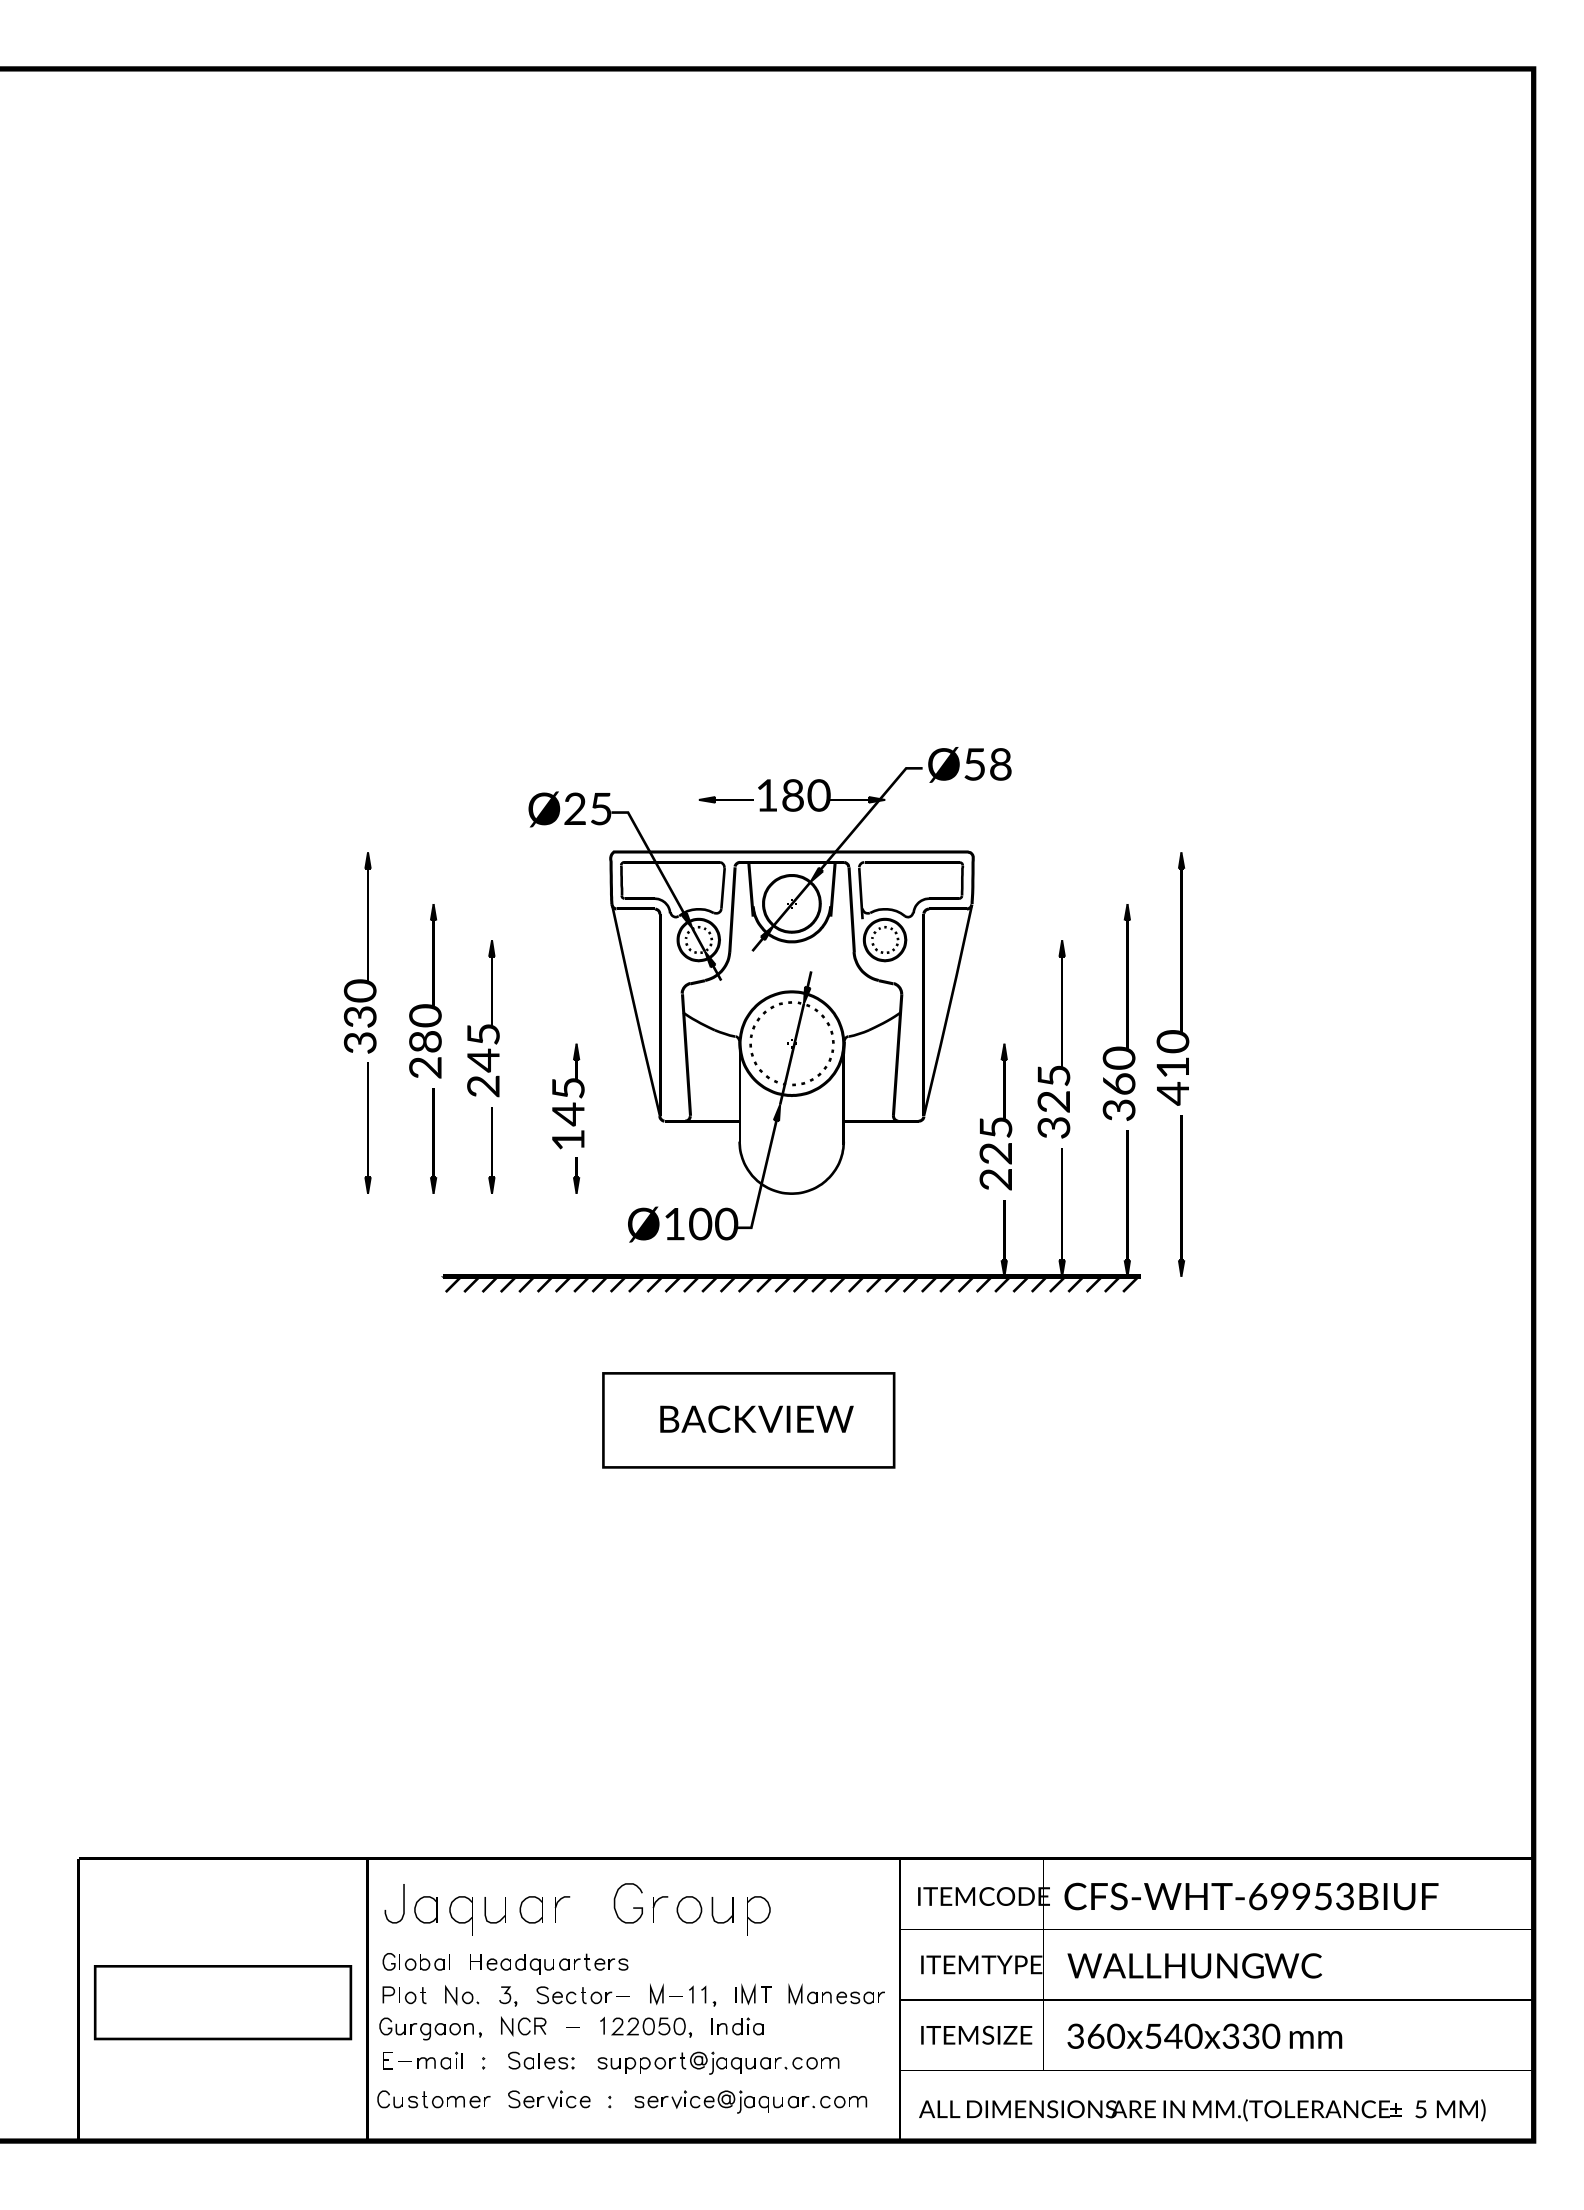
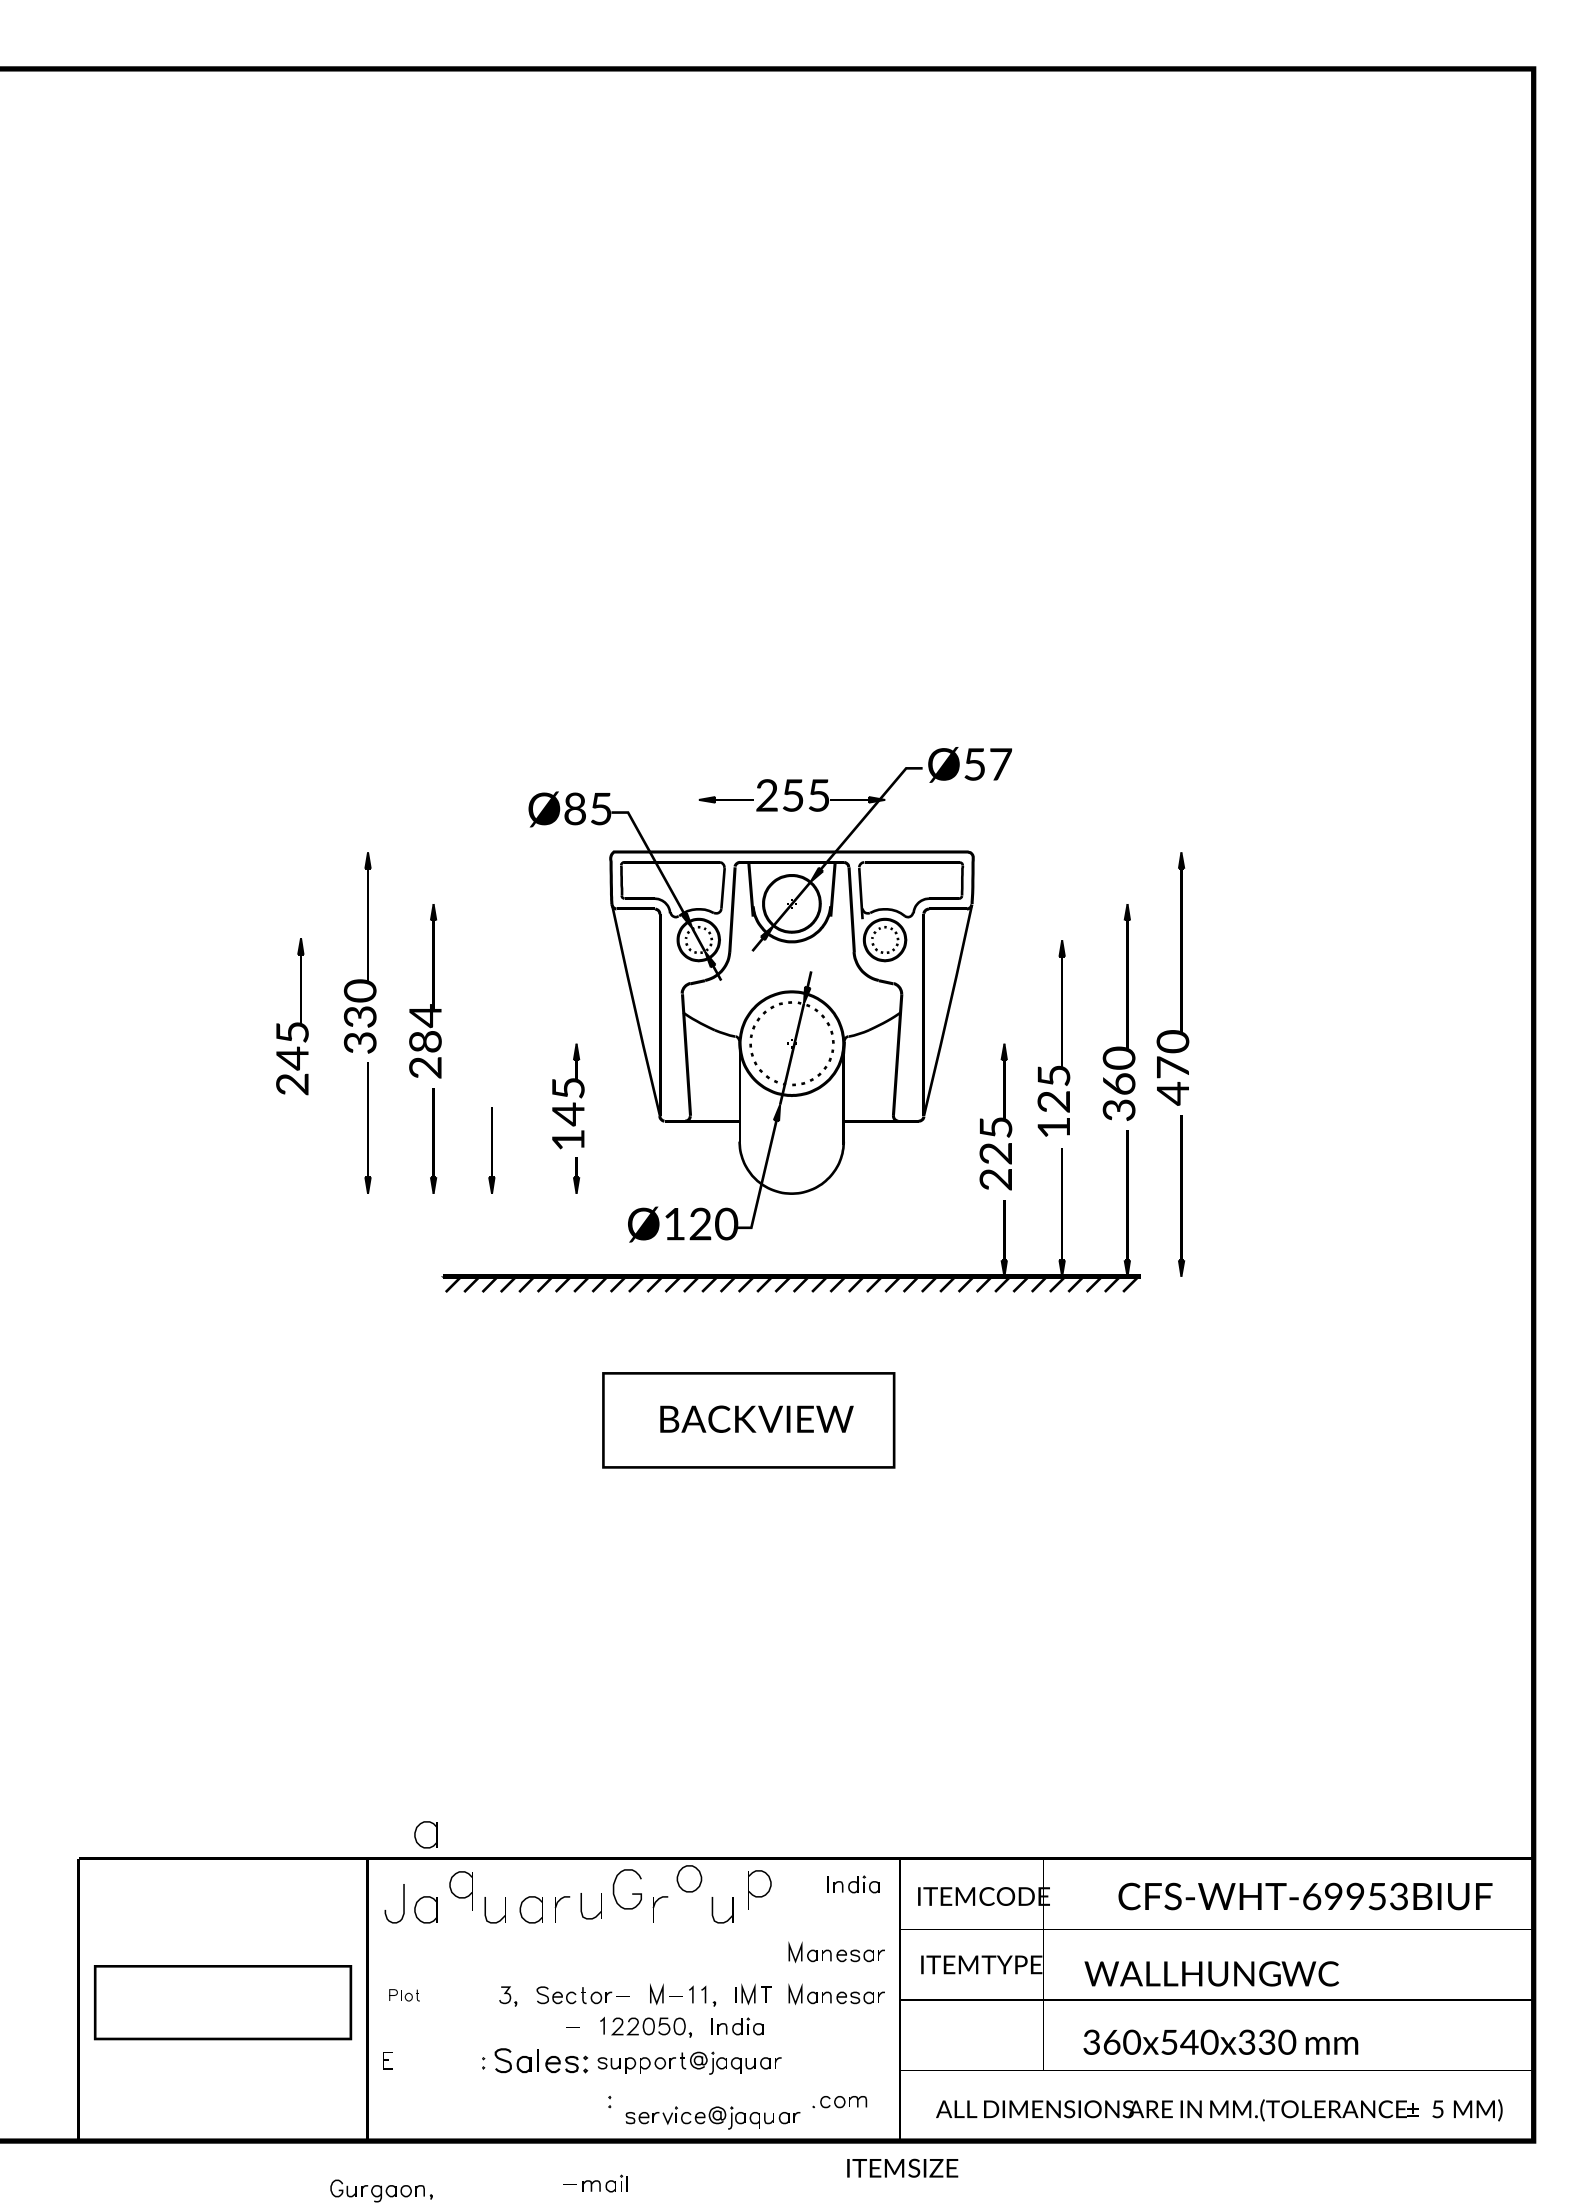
text at (1001, 764): Ø58 -> Ø57
text at (793, 795): 180 -> 255
text at (574, 809): Ø25 -> Ø85
text at (425, 1016): 280 -> 284
part at (486, 1024) position: (486, 1024) -> (295, 1022)
text at (1172, 1067): 410 -> 470
text at (1053, 1127): 325 -> 125
text at (700, 1224): Ø100 -> Ø120
part at (425, 1834): none -> present
part at (853, 1884): none -> present
text at (1251, 1896) position: (1251, 1896) -> (1305, 1896)
part at (581, 1906): none -> present
curve at (633, 1907) position: (633, 1907) -> (632, 1893)
part at (689, 1909) position: (689, 1909) -> (689, 1878)
part at (460, 1915) position: (460, 1915) -> (460, 1890)
part at (758, 1915) position: (758, 1915) -> (759, 1889)
part at (836, 1951): none -> present
part at (415, 1961): present -> none
part at (549, 1963): present -> none
text at (1194, 1965) position: (1194, 1965) -> (1211, 1973)
part at (404, 1995) size: 45x19 px -> 31x13 px
part at (462, 1995): present -> none
part at (523, 2026): present -> none
part at (430, 2028) position: (430, 2028) -> (381, 2190)
text at (976, 2034) position: (976, 2034) -> (902, 2167)
text at (1204, 2035) position: (1204, 2035) -> (1220, 2041)
part at (430, 2060) position: (430, 2060) -> (595, 2183)
part at (541, 2060) size: 67x19 px -> 95x26 px
part at (811, 2063): present -> none
part at (433, 2099): present -> none
part at (549, 2099): present -> none
part at (721, 2101) position: (721, 2101) -> (712, 2117)
text at (1202, 2110) position: (1202, 2110) -> (1219, 2110)
